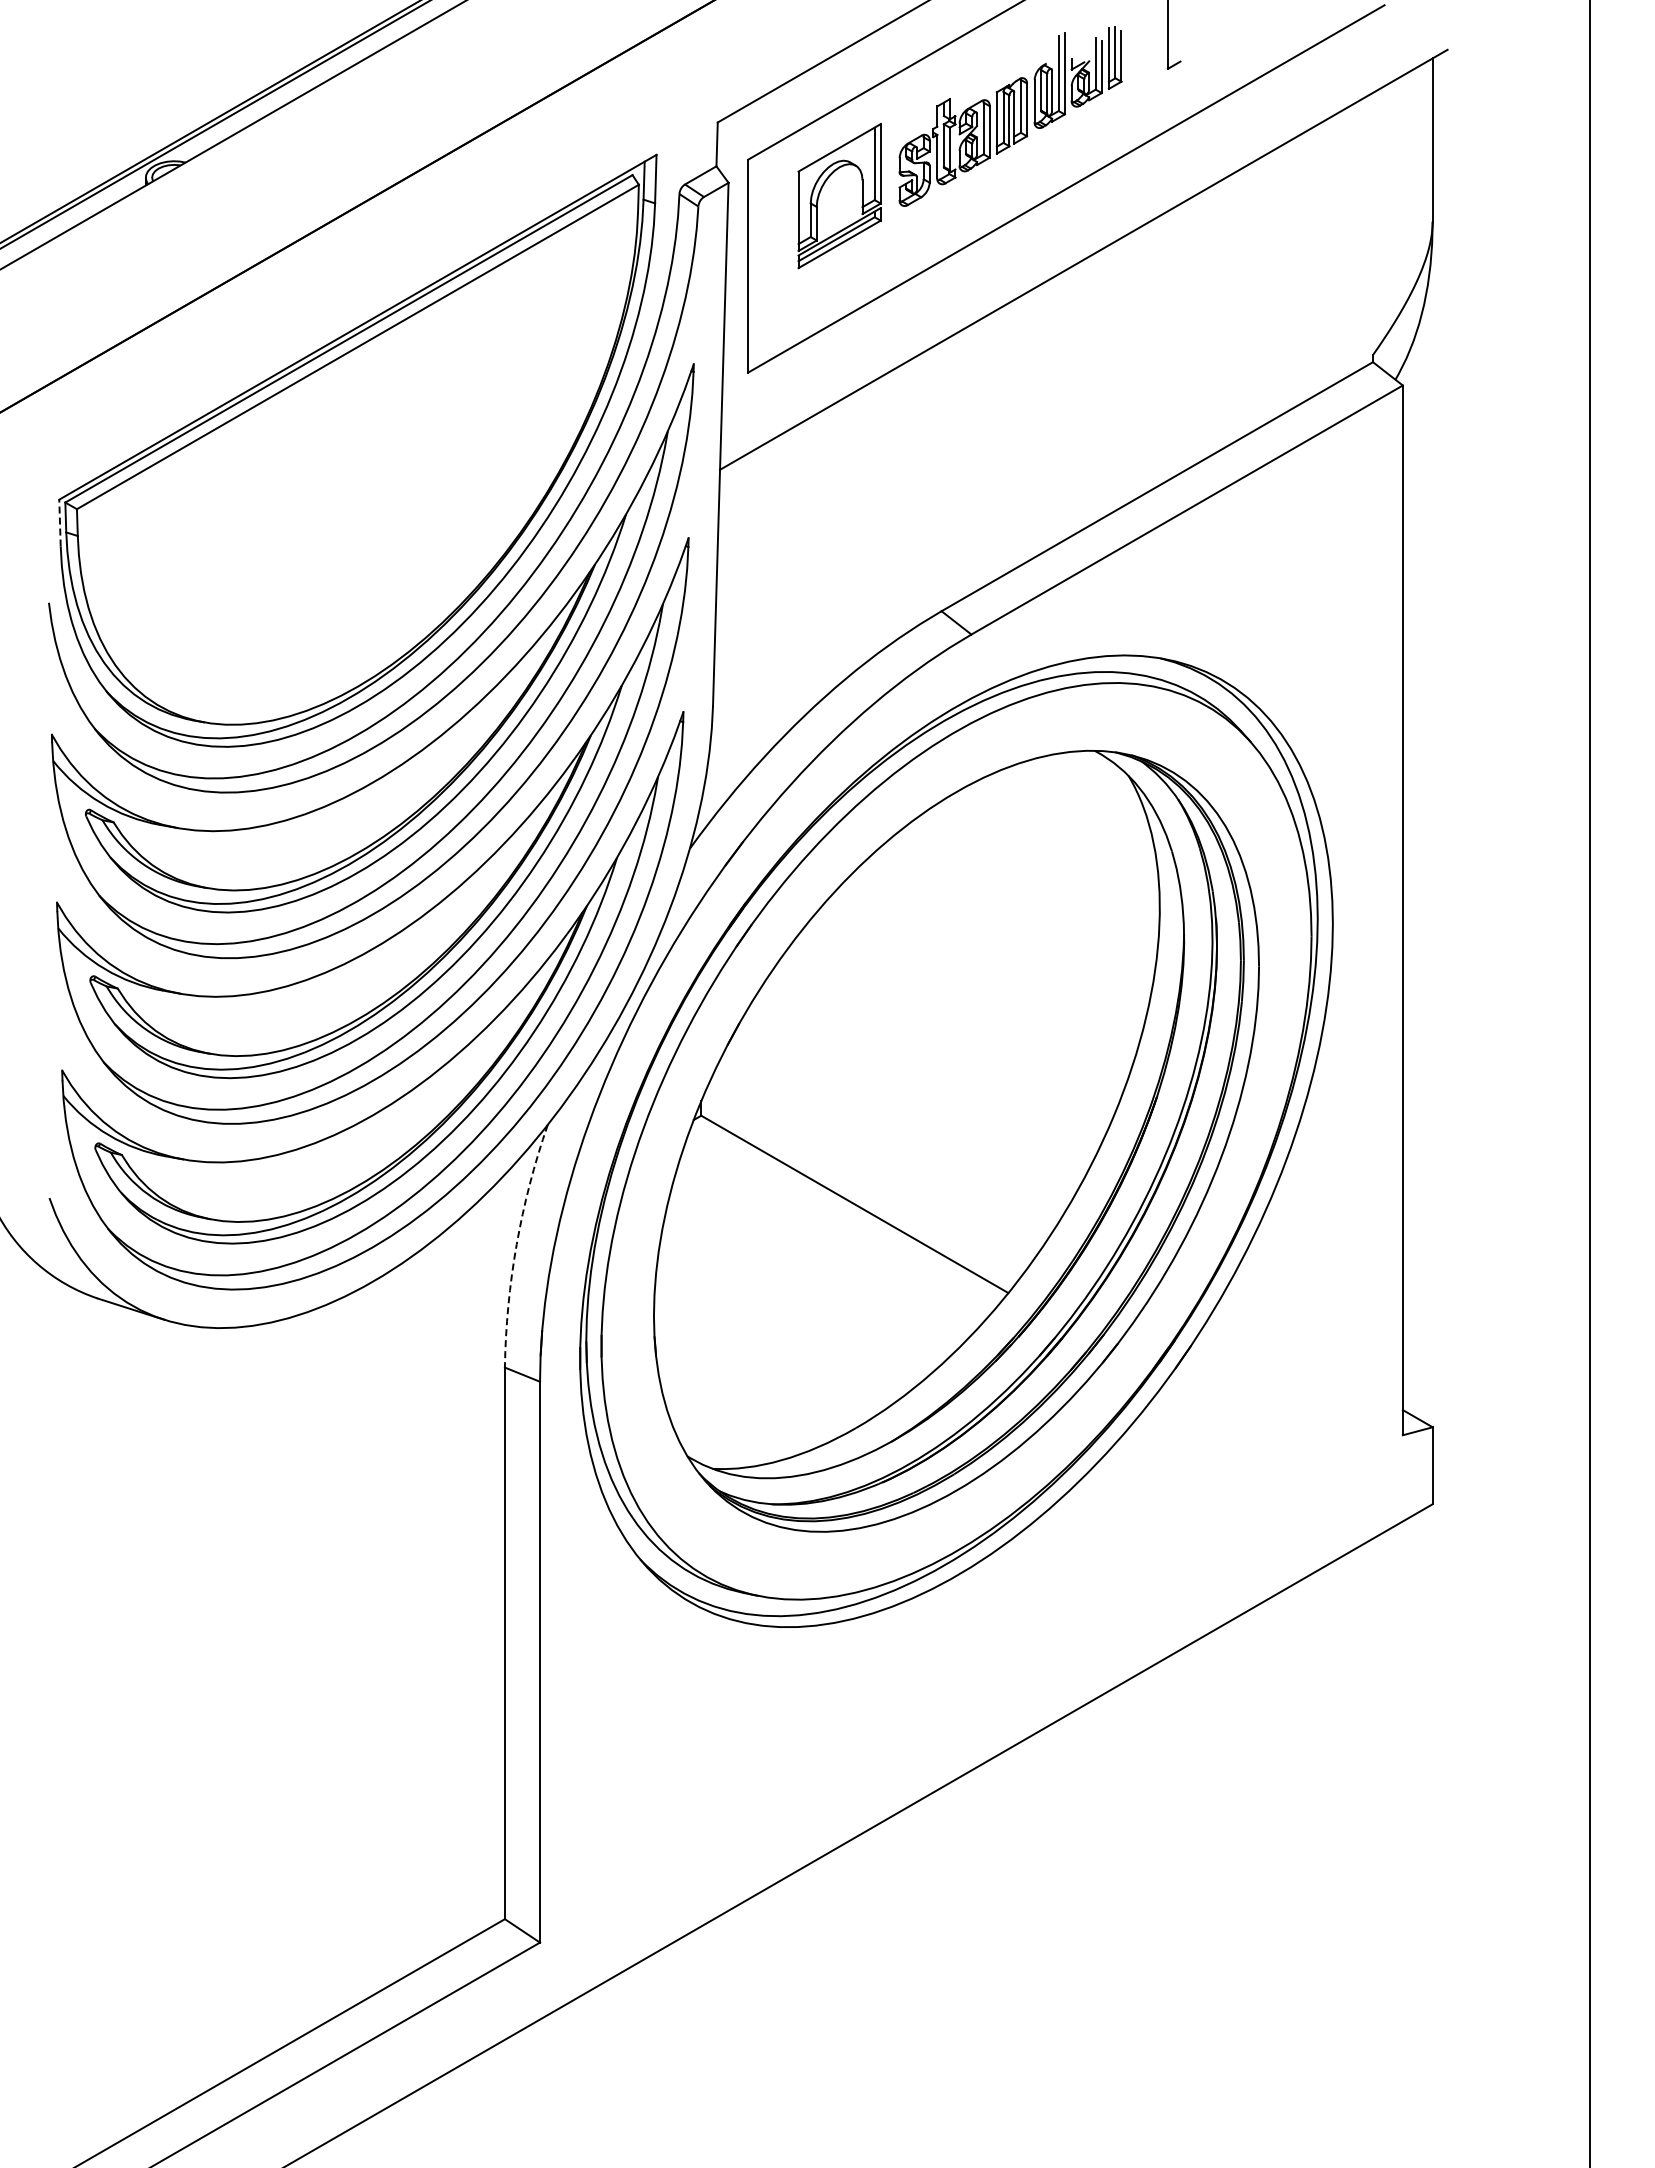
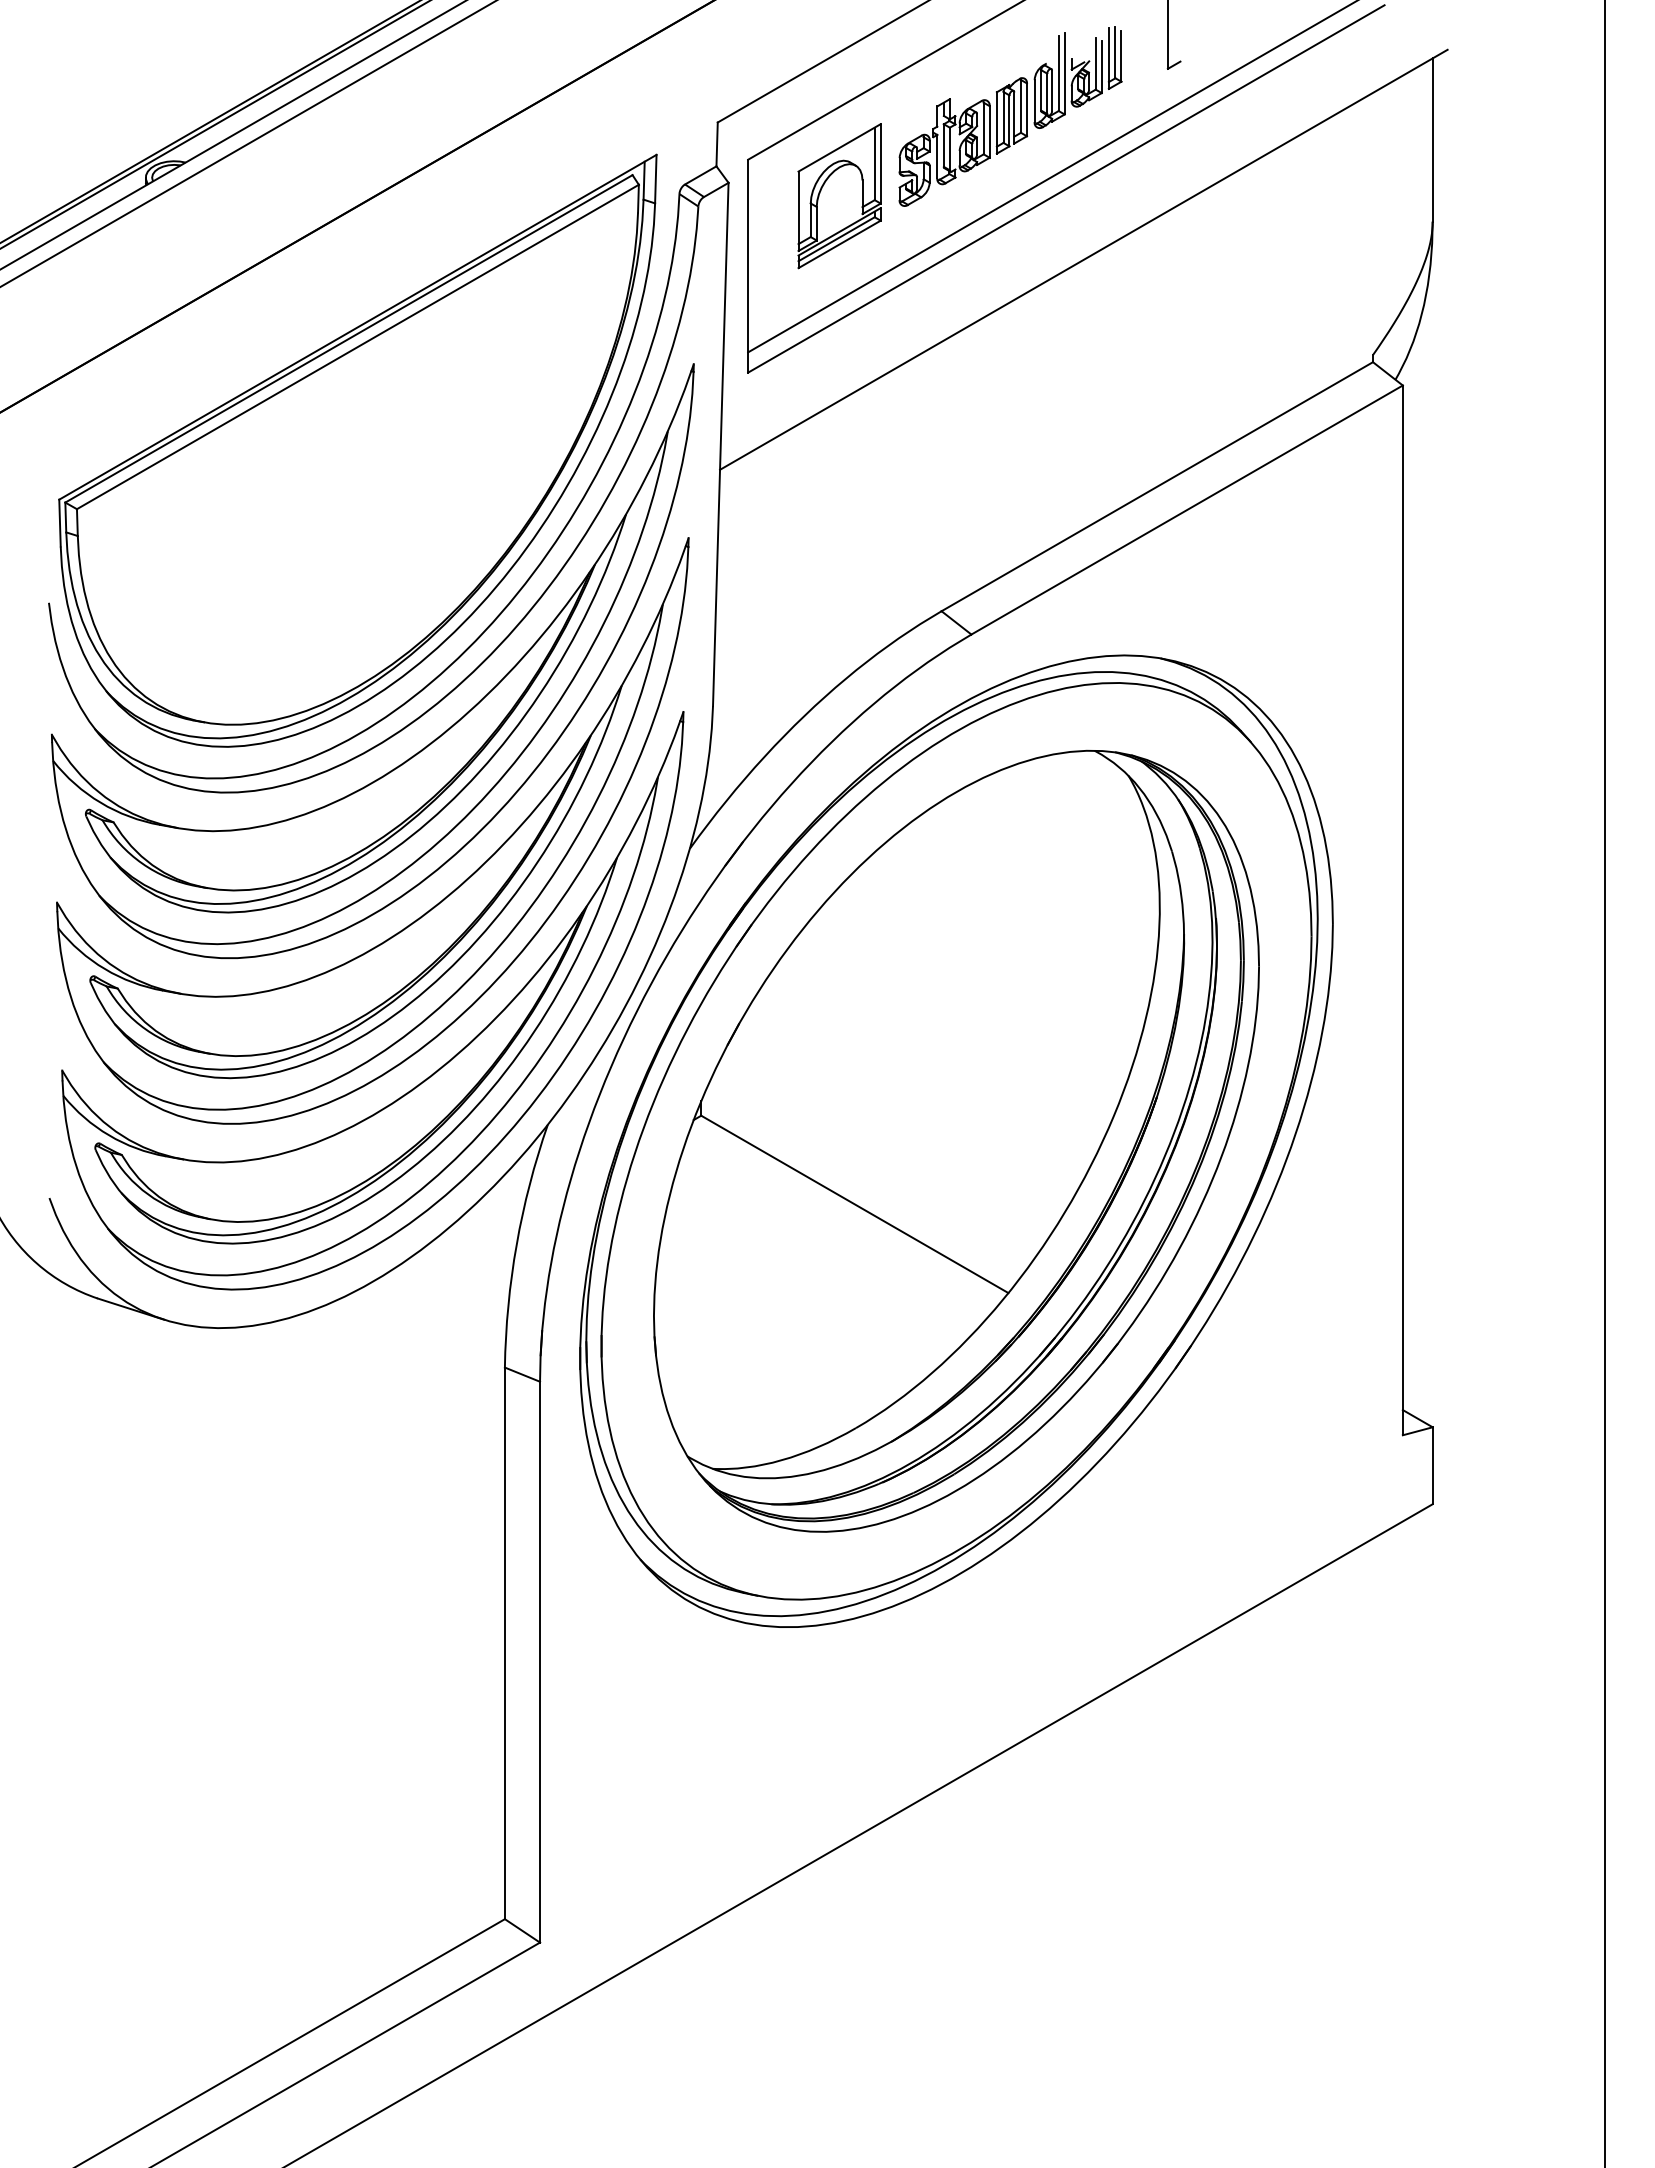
line at (247, 143): none -> present
line at (1051, 177): none -> present
line at (59, 522): dashed -> solid
line at (1590, 1083) position: (1590, 1083) -> (1605, 1083)
arc at (516, 1244): dashed -> solid
